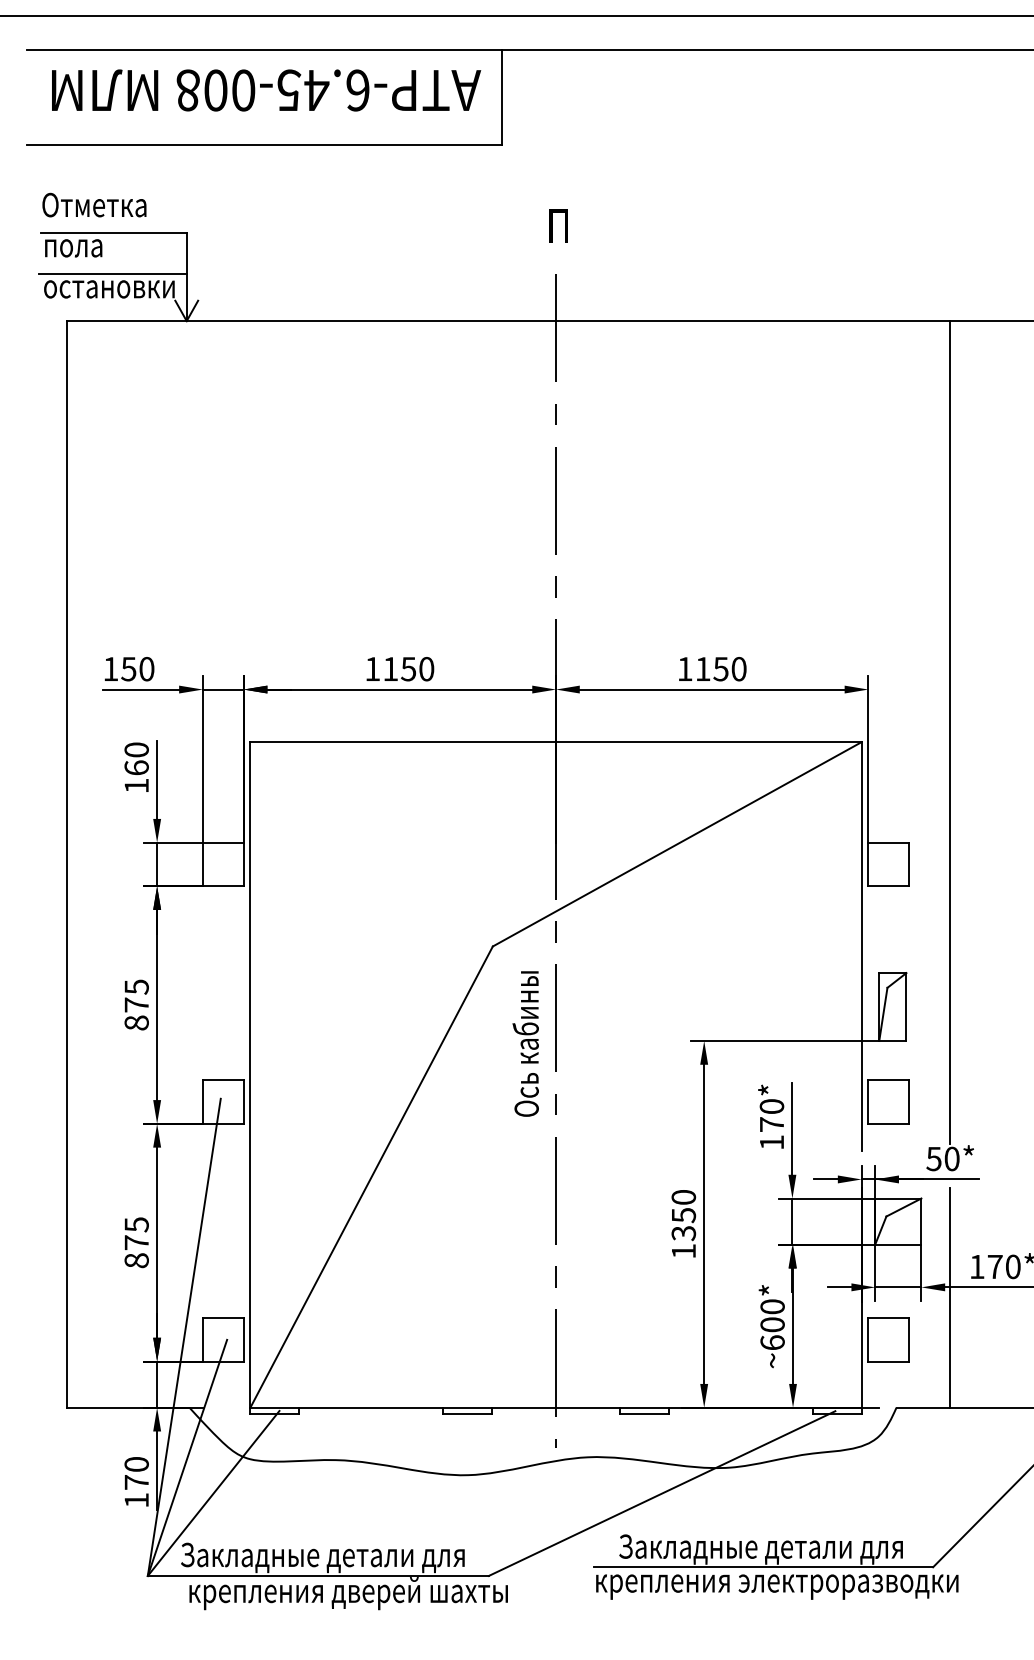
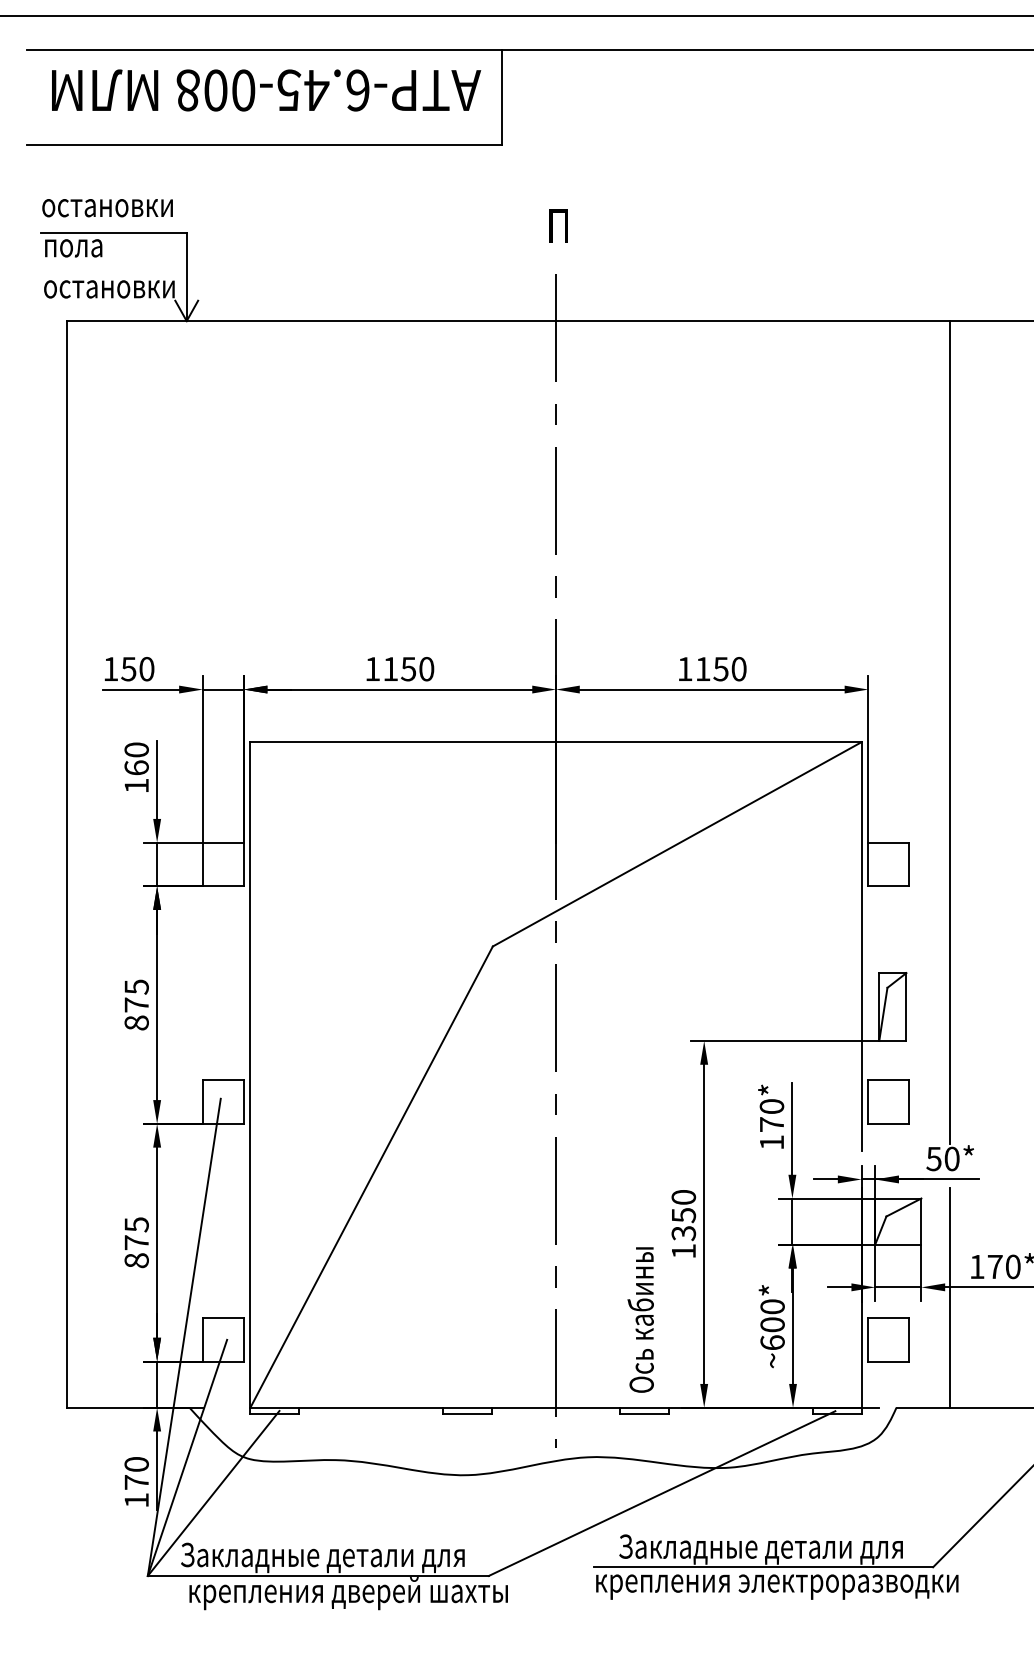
text at (107, 204): Отметка -> остановки
line at (112, 273): present -> none
text at (525, 1043) position: (525, 1043) -> (640, 1319)
